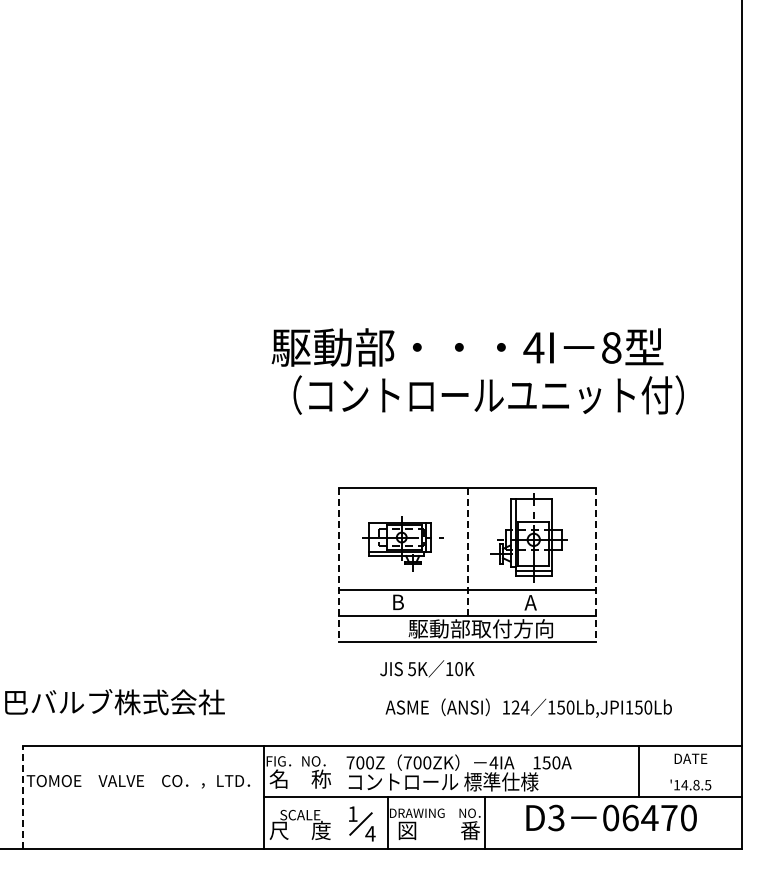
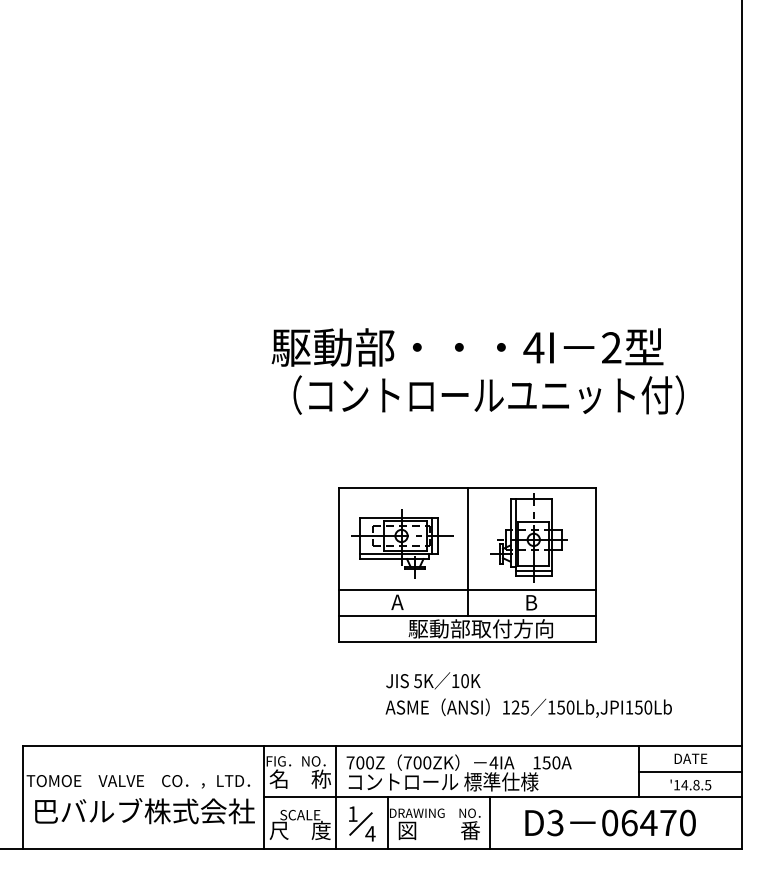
text at (611, 347): 8 -> 2
part at (402, 543) size: 82x56 px -> 103x70 px
line at (467, 552): dashed -> solid
line at (339, 565): dashed -> solid
line at (595, 565): dashed -> solid
text at (397, 602): B -> A
text at (530, 602): A -> B
text at (427, 668) position: (427, 668) -> (433, 680)
text at (114, 702) position: (114, 702) -> (144, 811)
text at (525, 707): 124 -> 125
line at (690, 771): none -> present
line at (22, 796): dashed -> solid
line at (336, 797): none -> present
text at (611, 817) position: (611, 817) -> (610, 822)
line at (485, 822) position: (485, 822) -> (490, 822)
